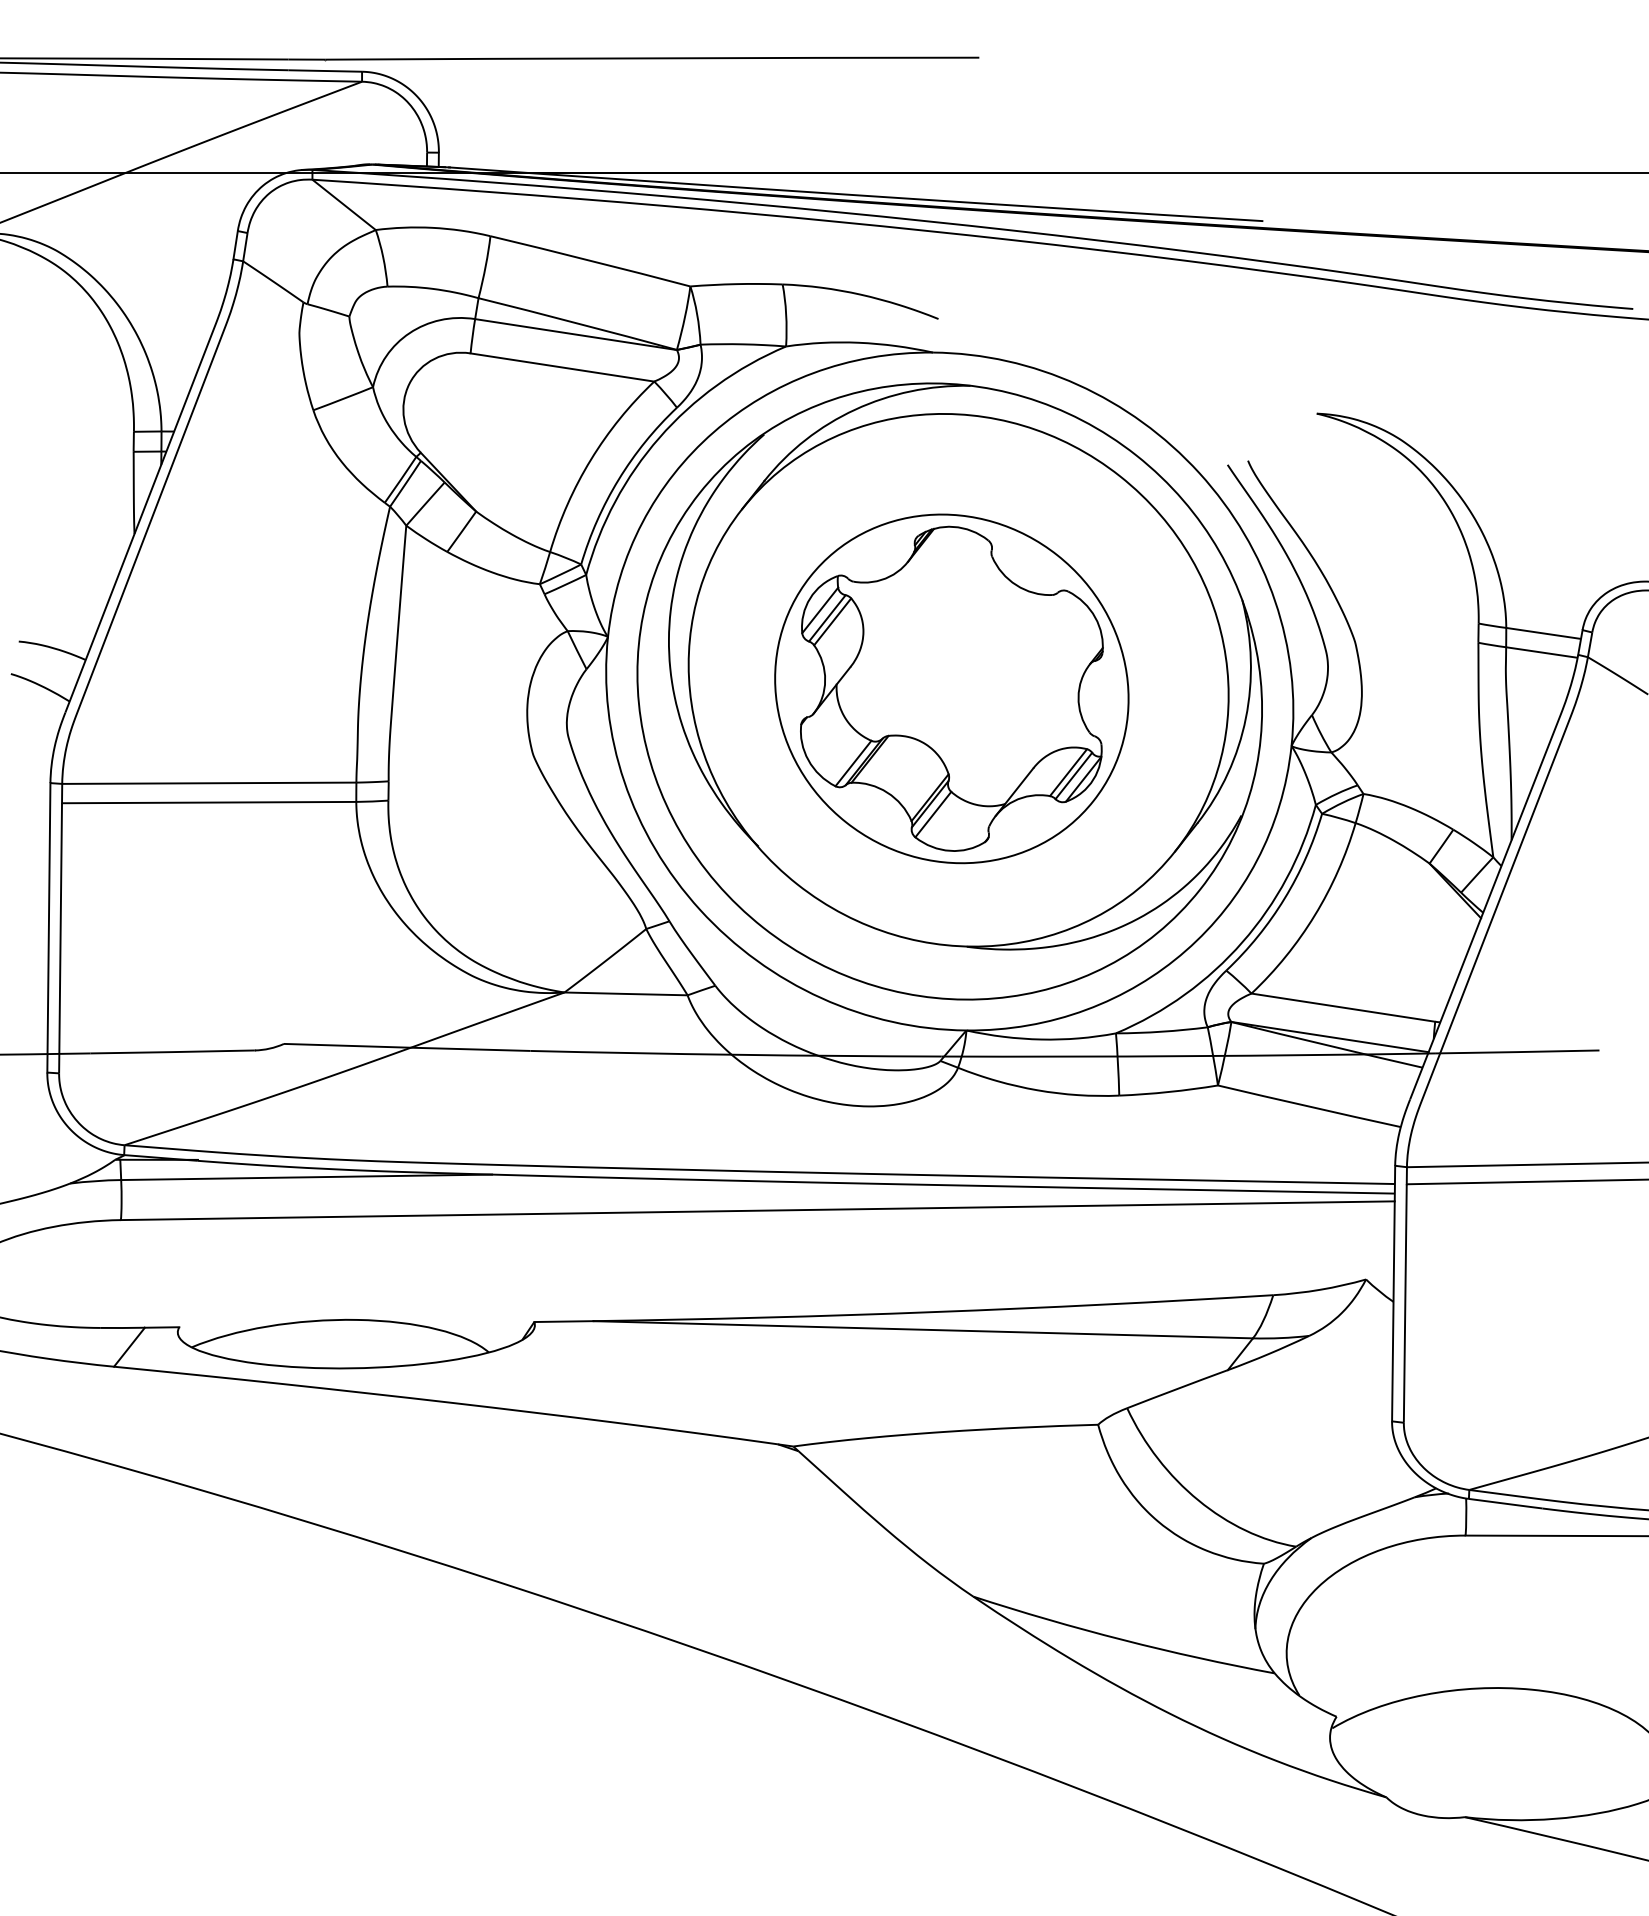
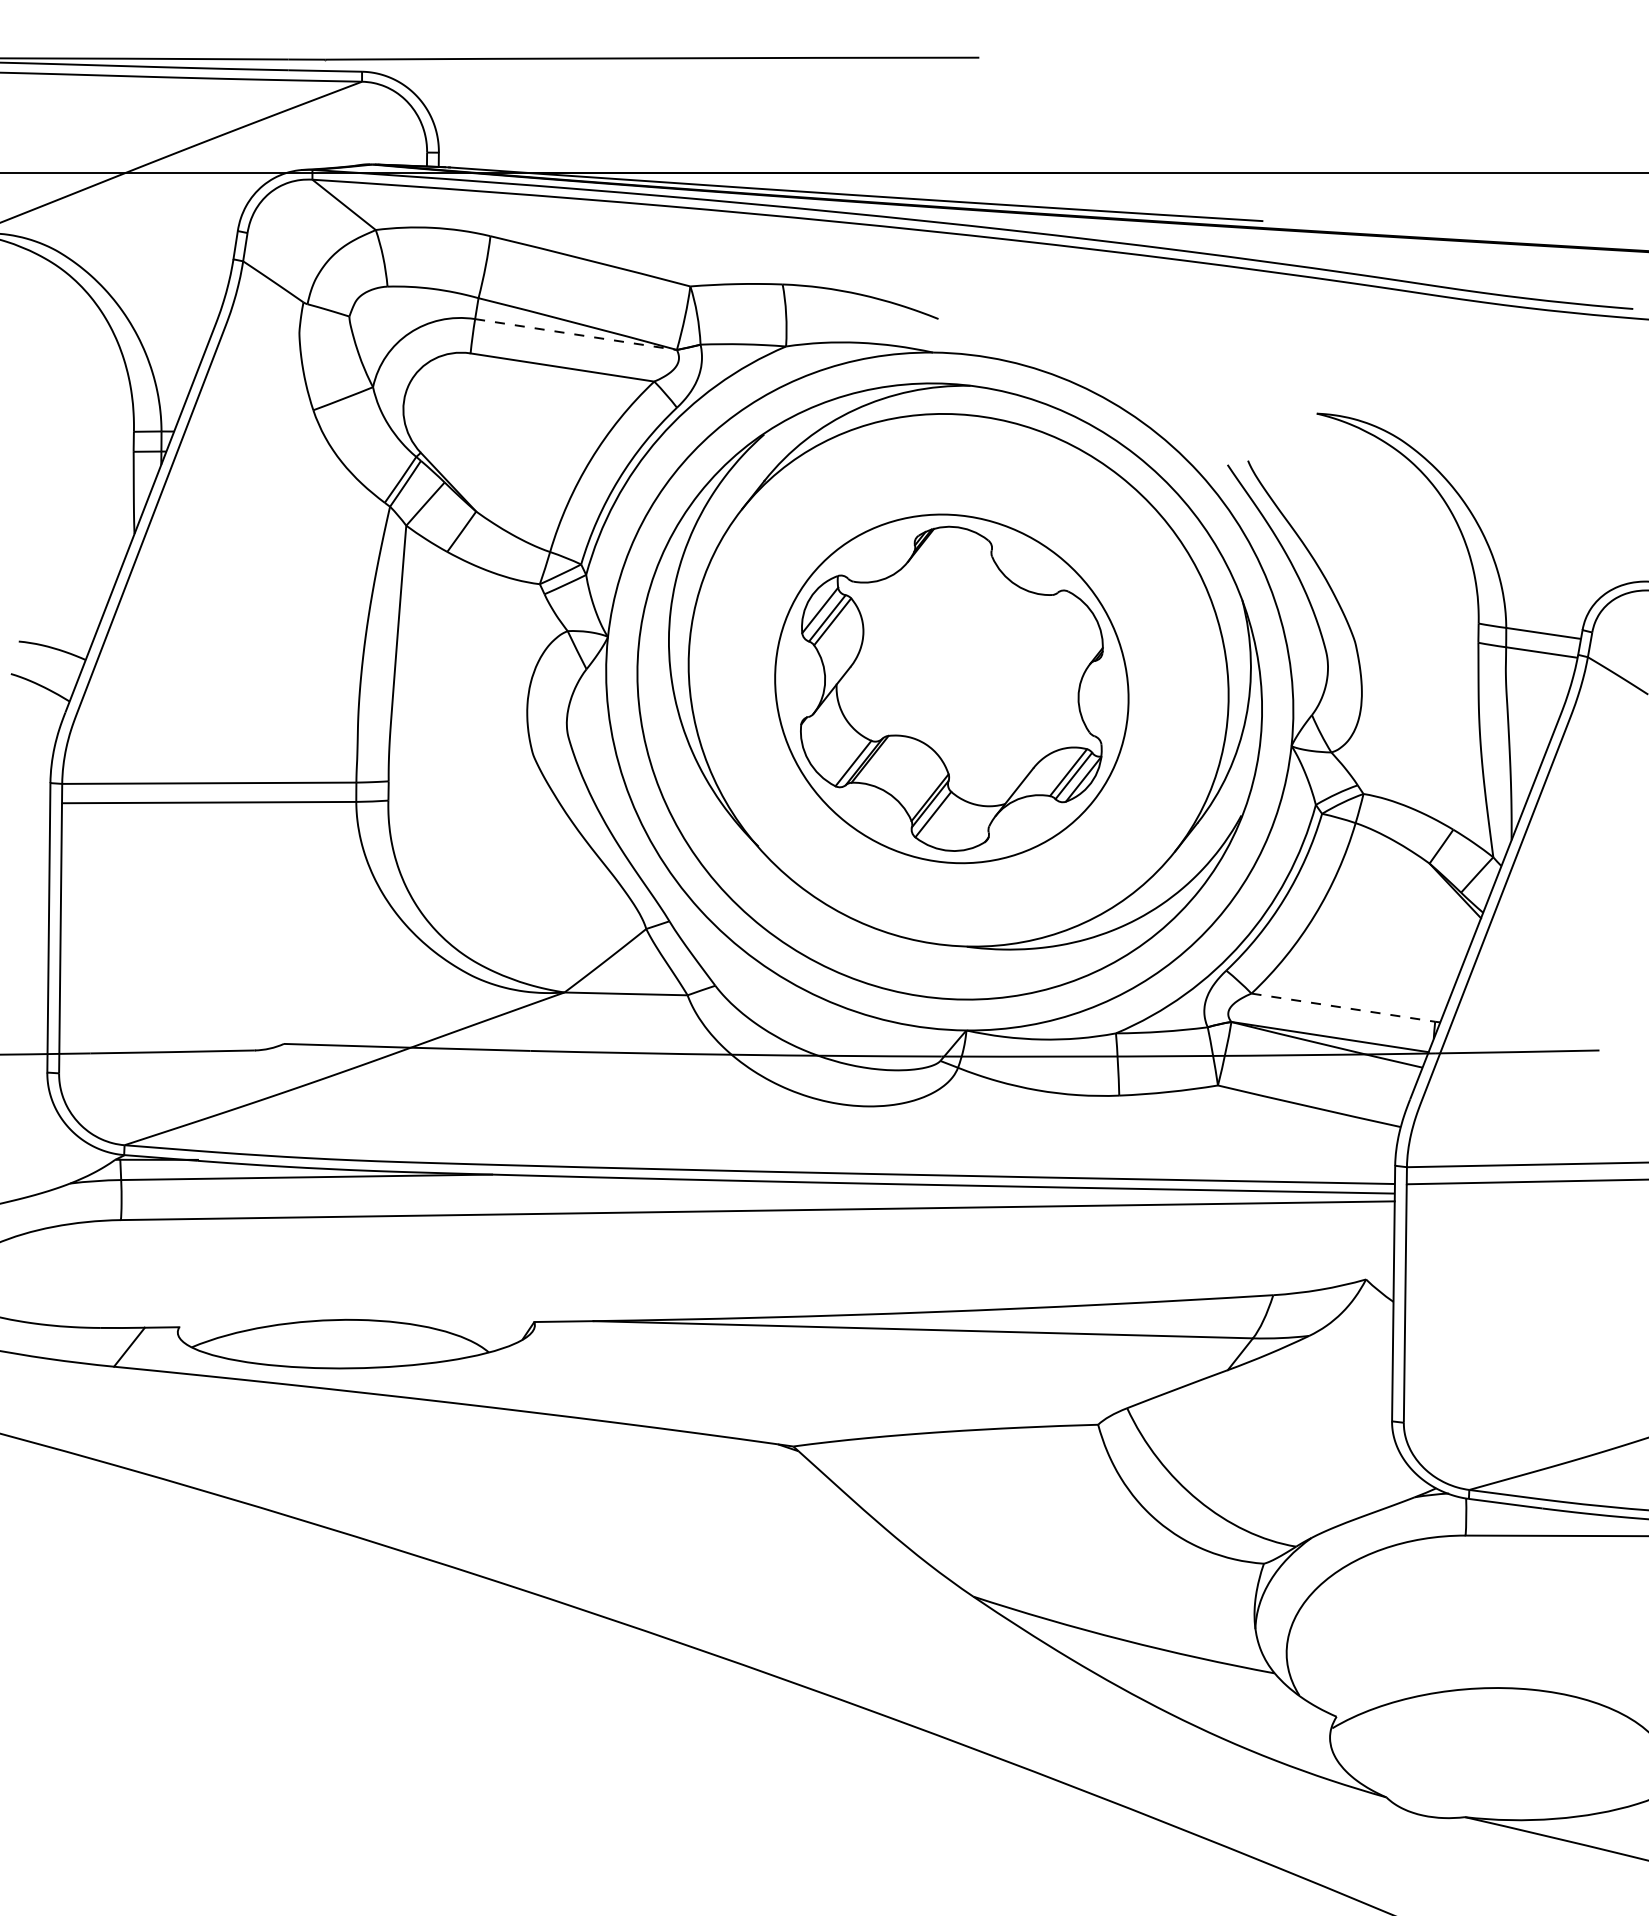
line at (576, 334): solid -> dashed
line at (1343, 1007): solid -> dashed
